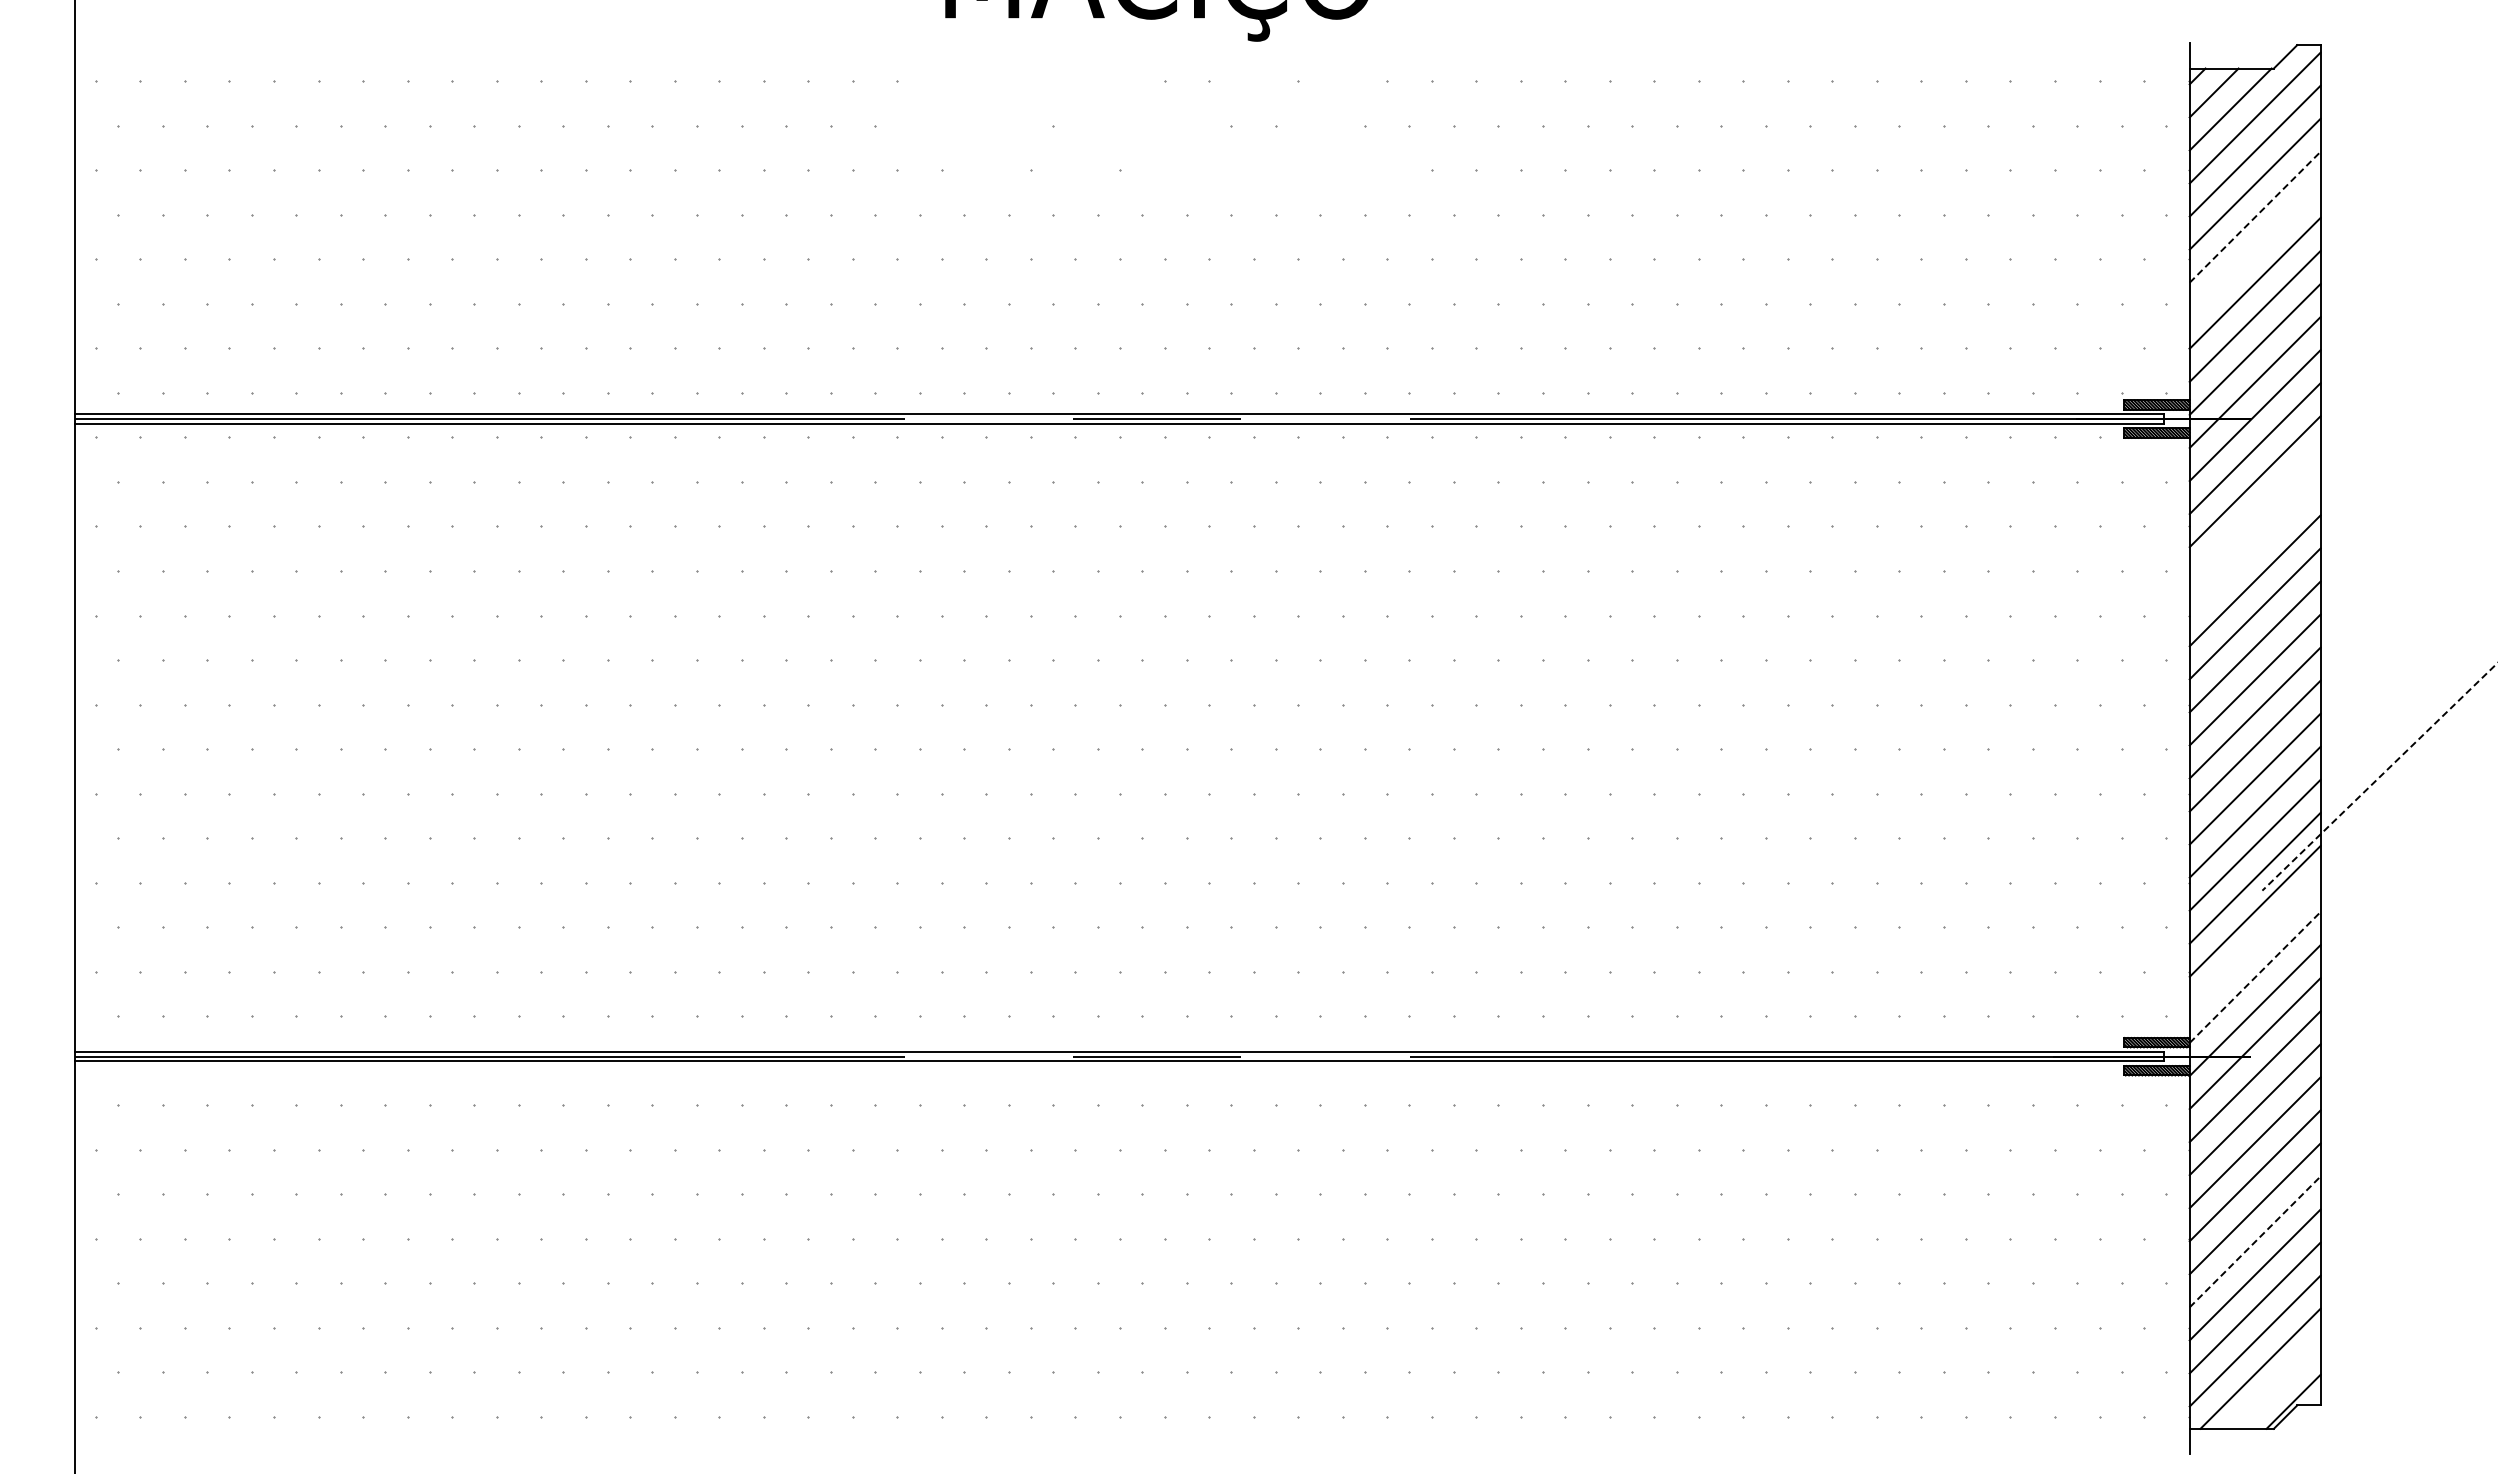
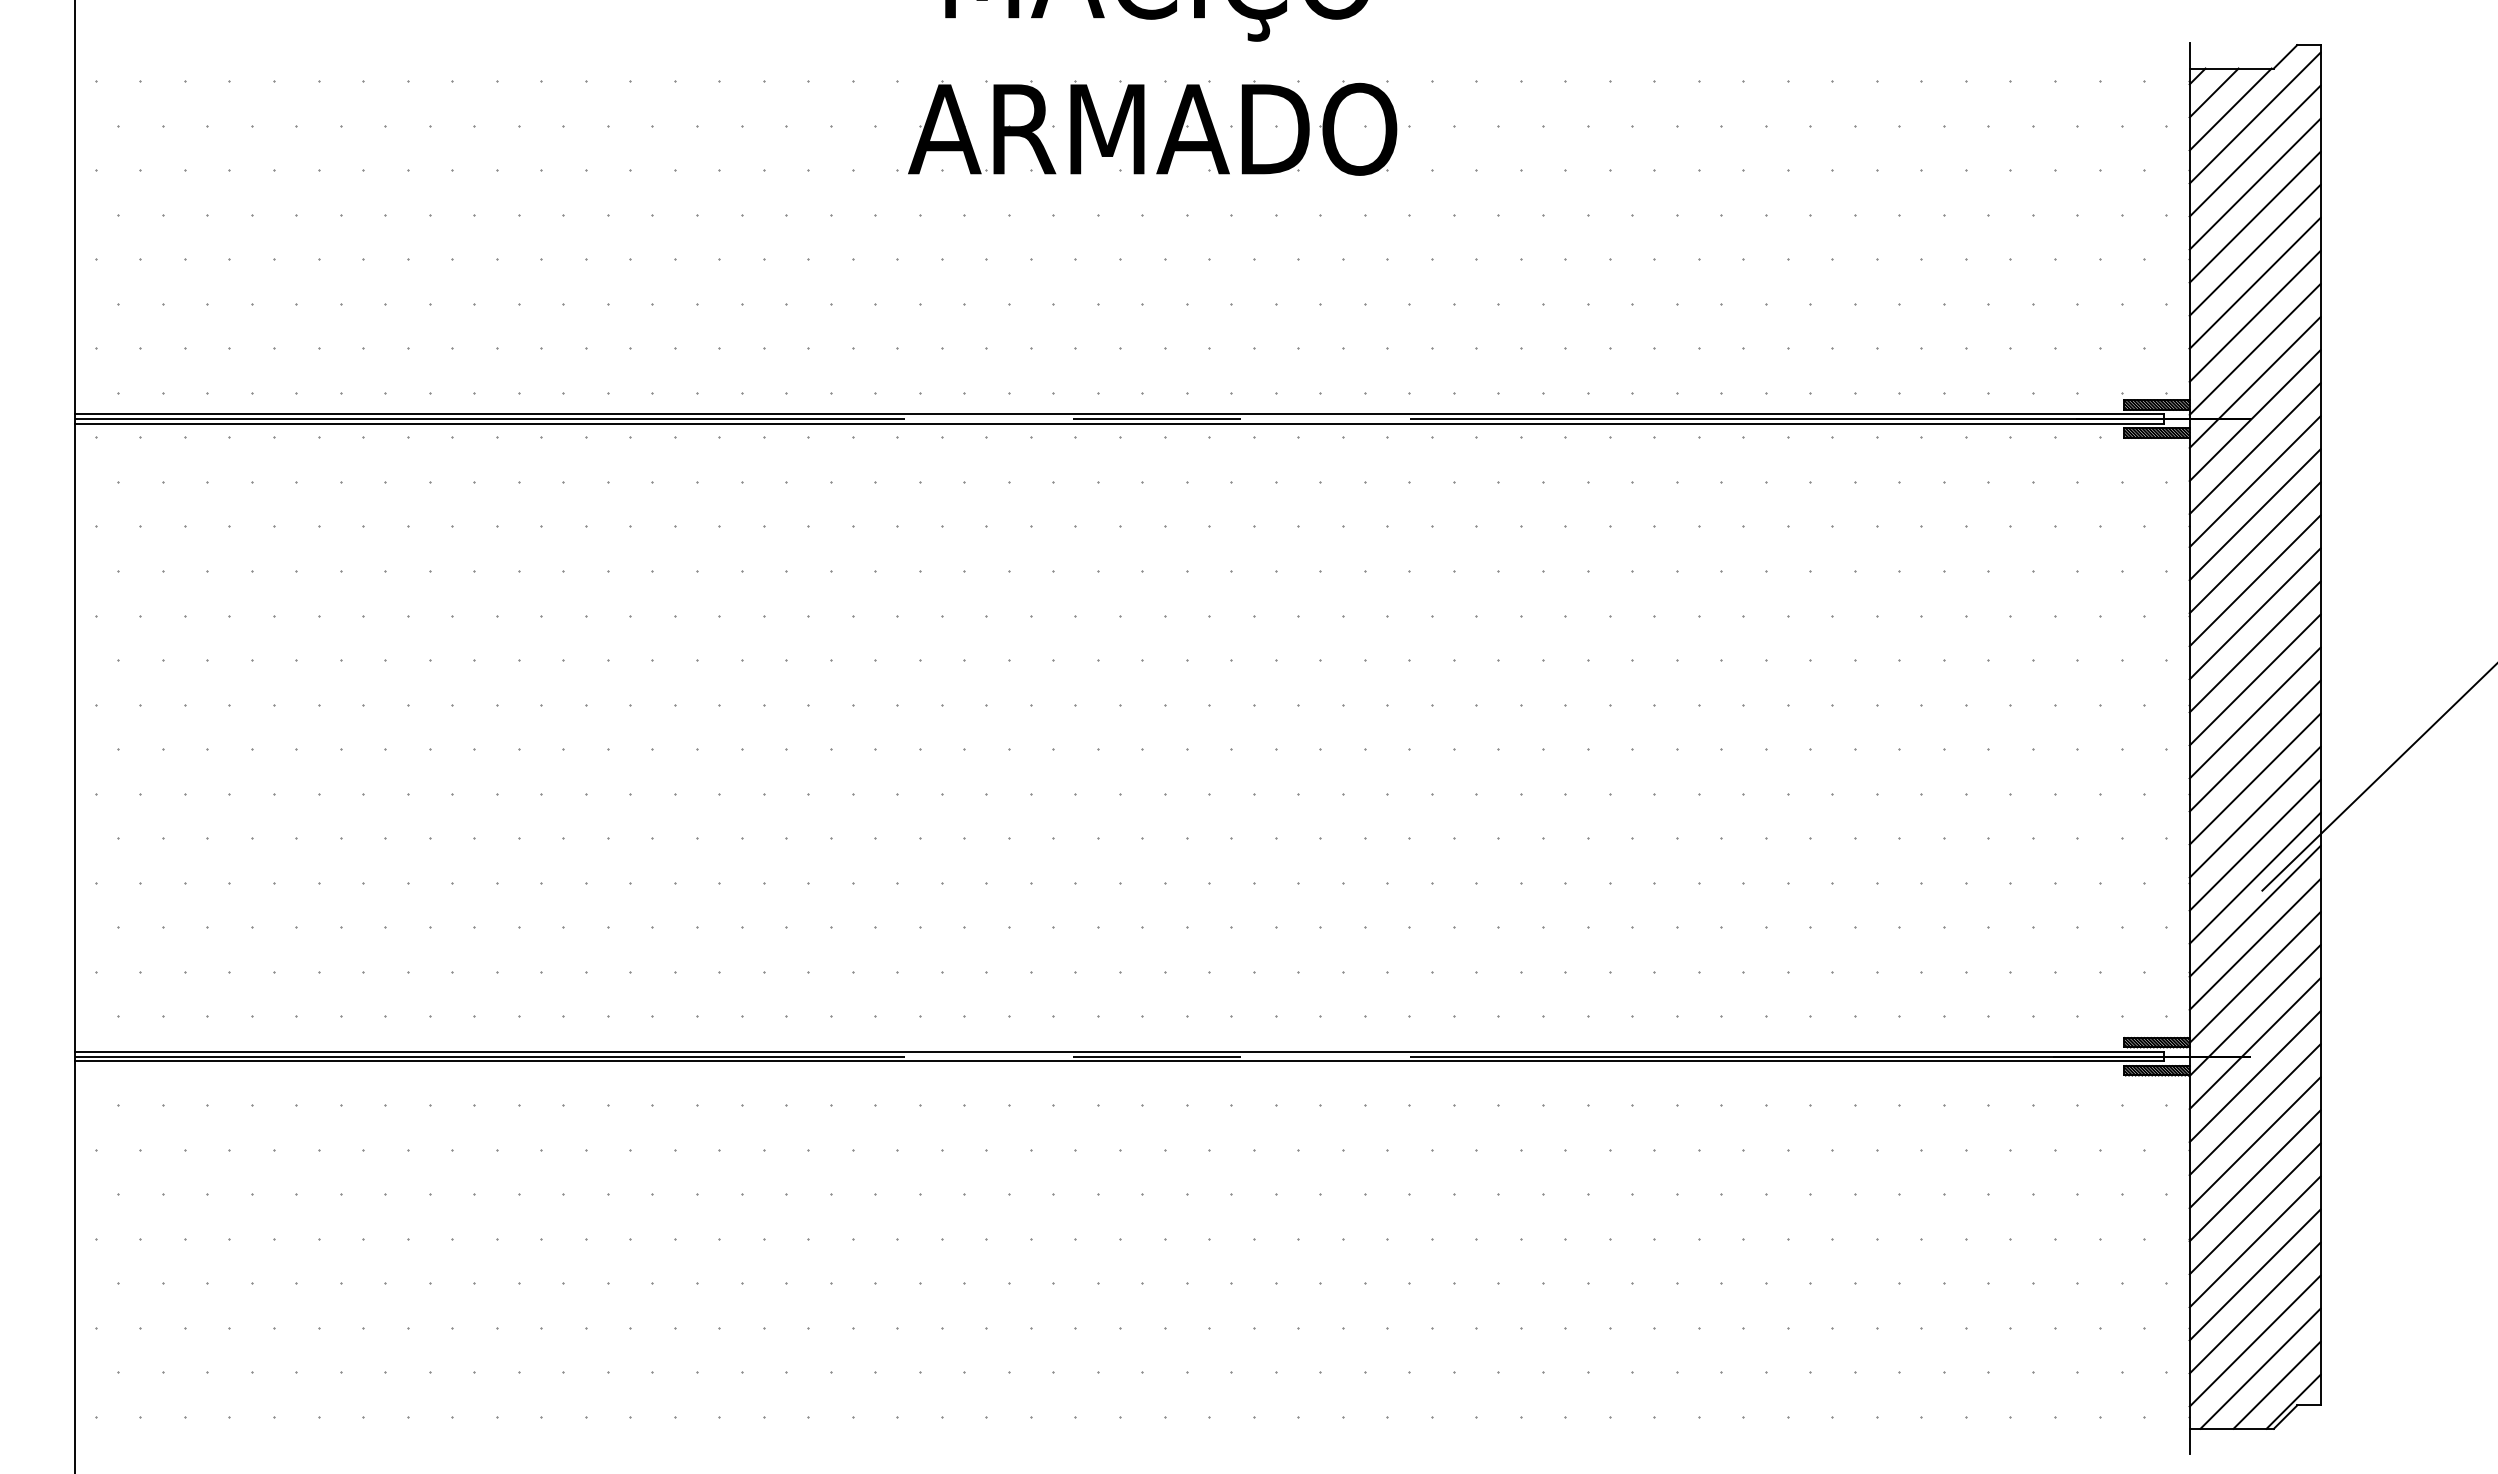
part at (1144, 127): none -> present
line at (2255, 217): dashed -> solid
line at (2254, 249): none -> present
line at (2254, 514): none -> present
line at (2254, 547): none -> present
line at (2380, 776): dashed -> solid
line at (2254, 944): none -> present
line at (2255, 977): dashed -> solid
line at (2255, 1241): dashed -> solid
line at (2276, 1384): none -> present
